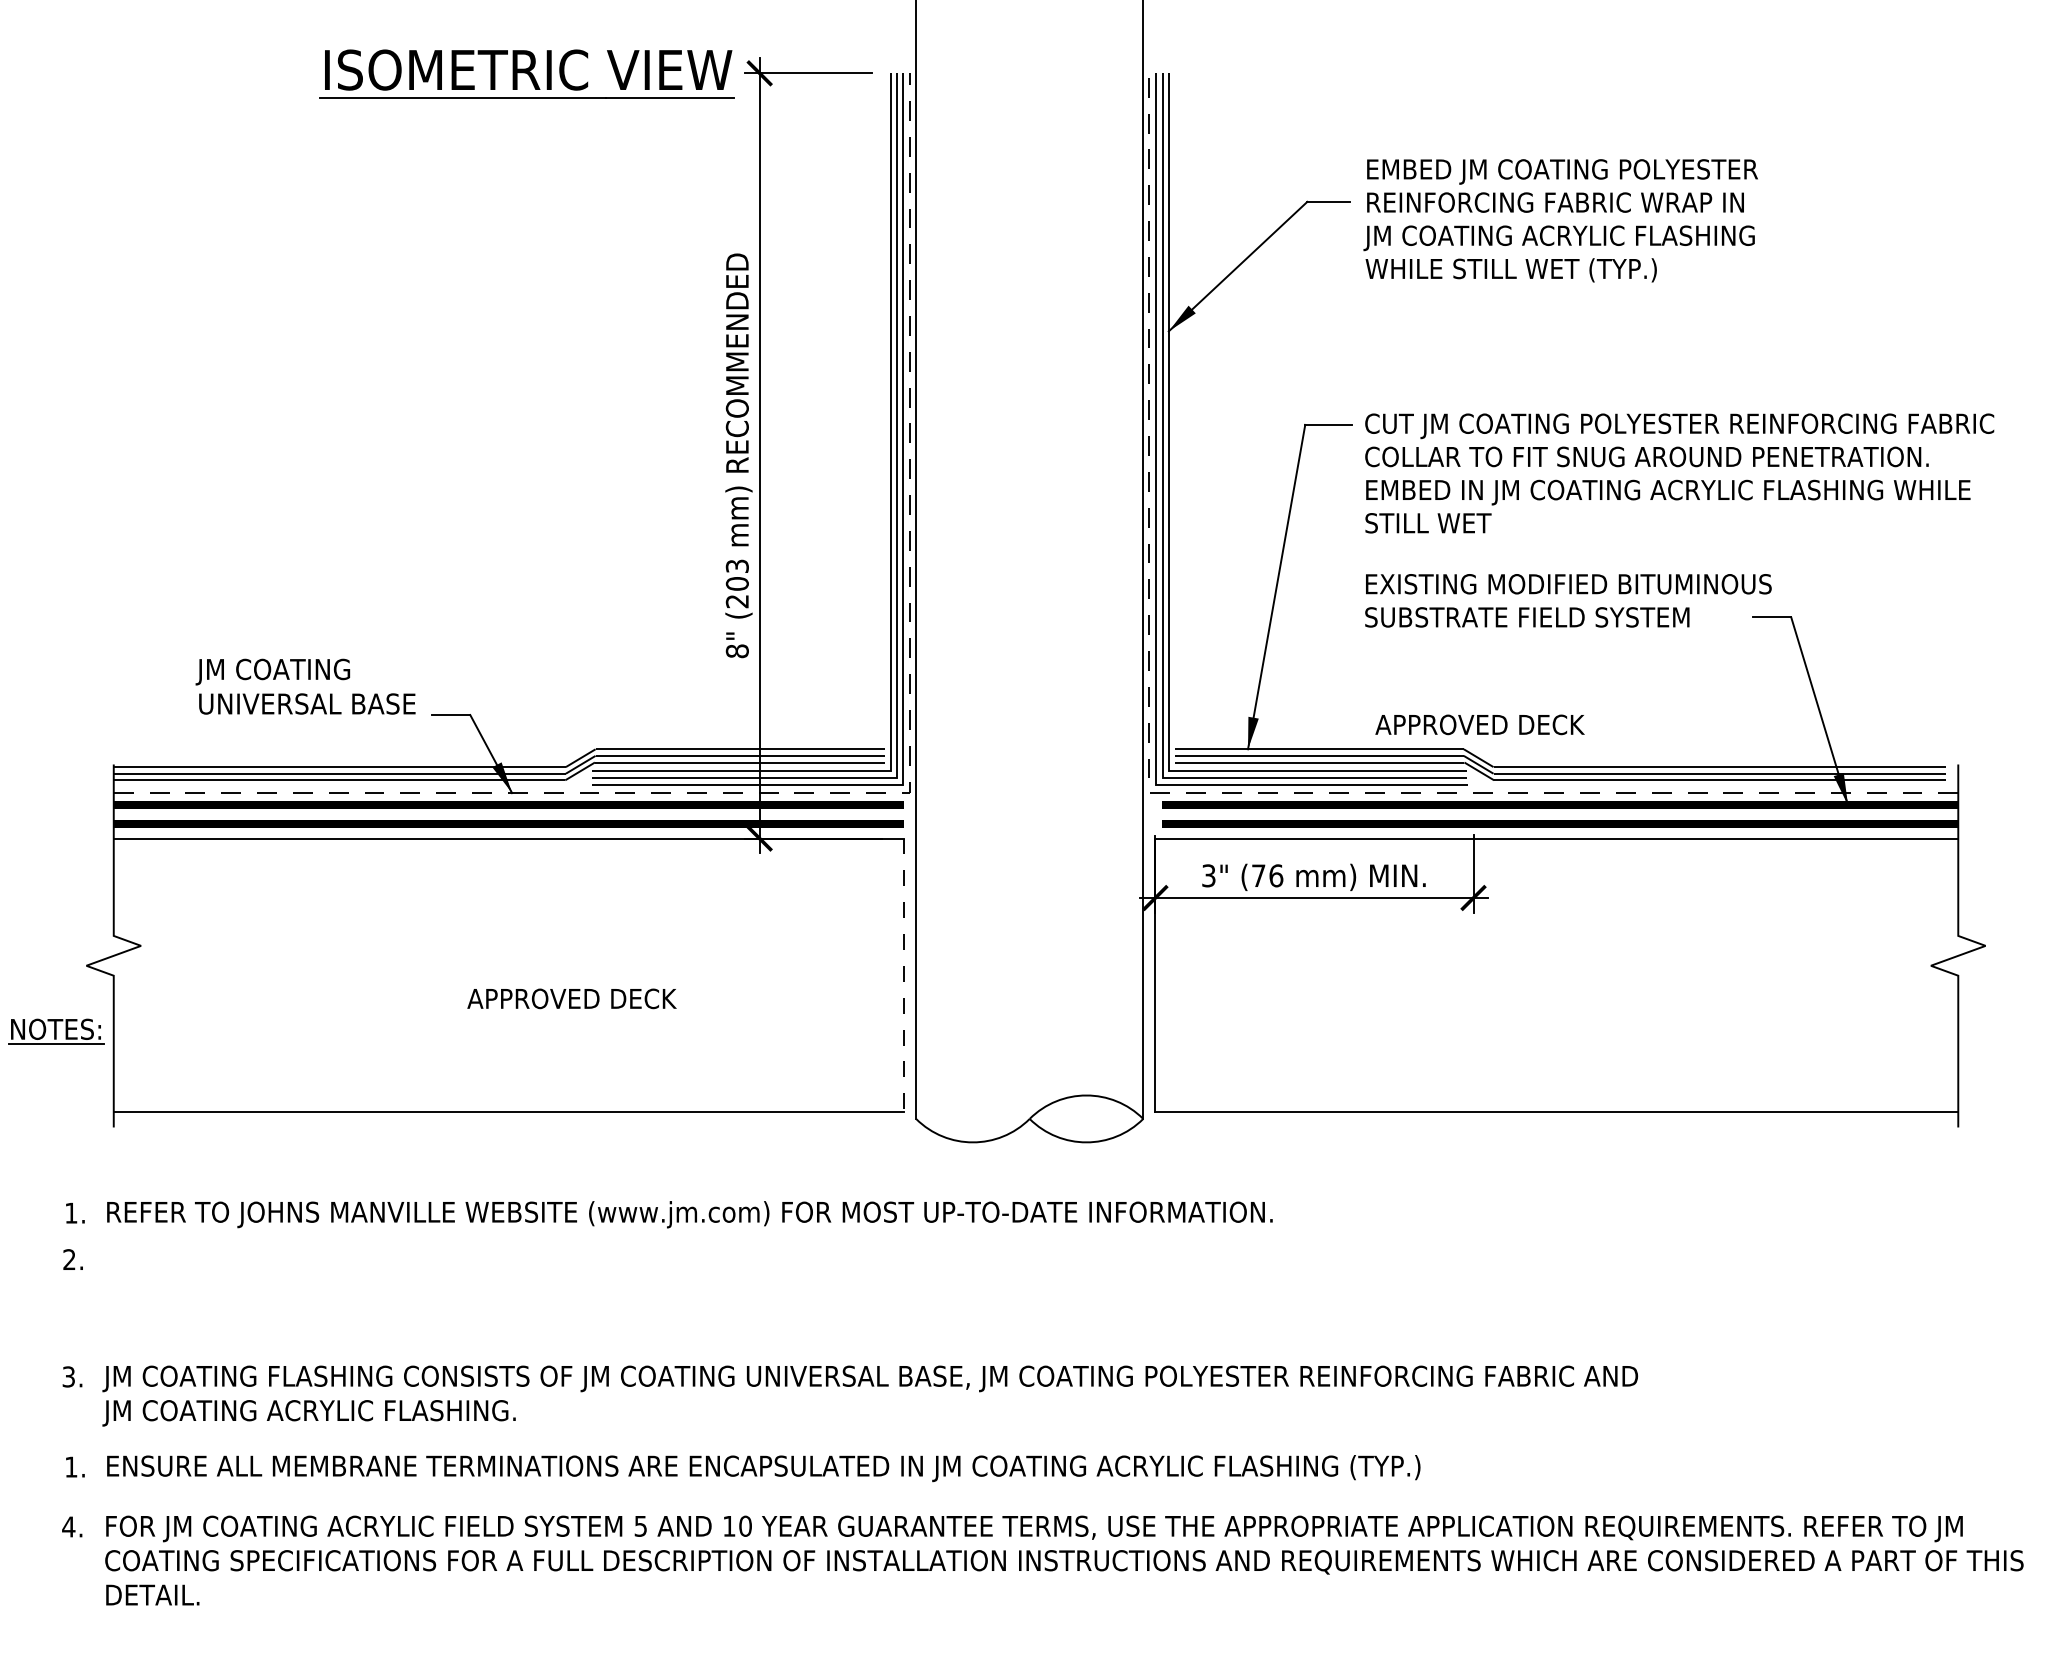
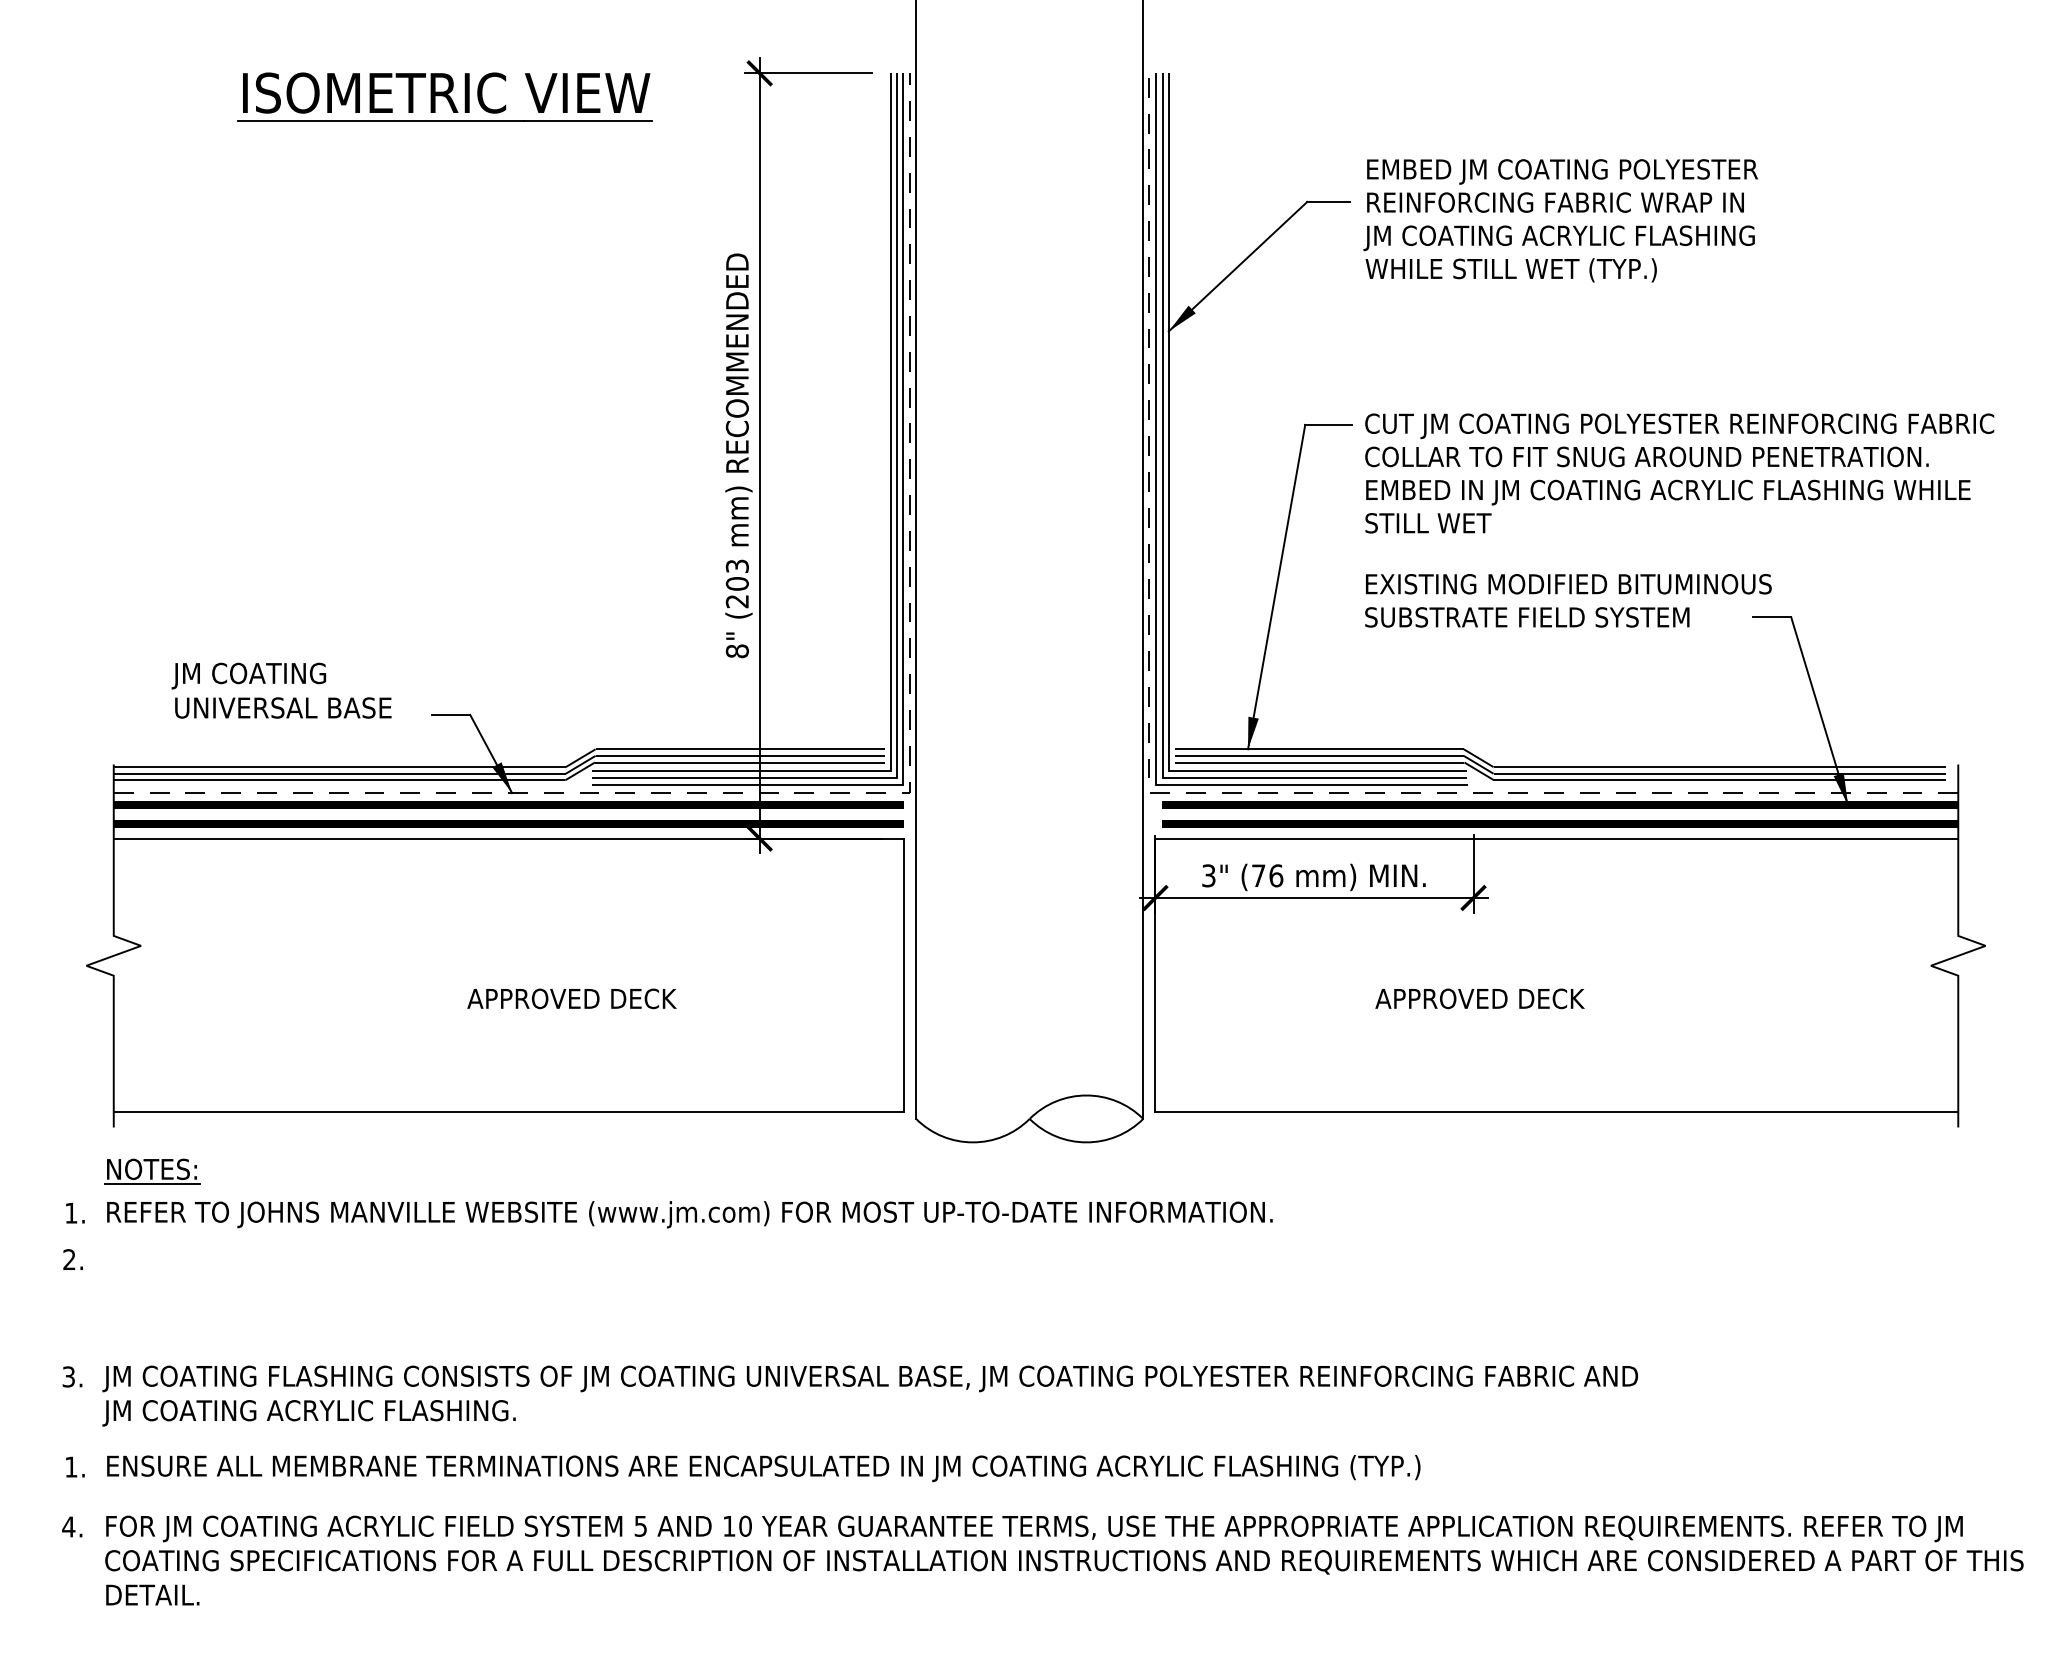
part at (526, 73) position: (526, 73) -> (444, 96)
text at (305, 686) position: (305, 686) -> (281, 690)
text at (1479, 724) position: (1479, 724) -> (1479, 998)
line at (904, 975): dashed -> solid
part at (56, 1031) position: (56, 1031) -> (152, 1171)
